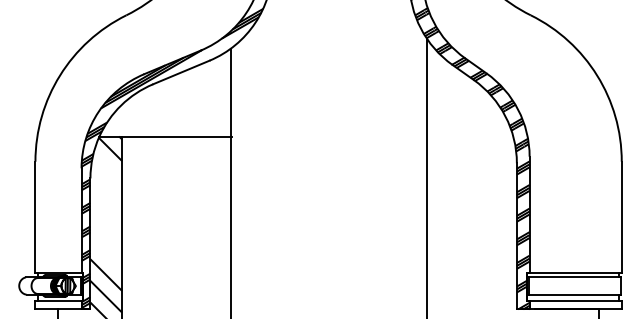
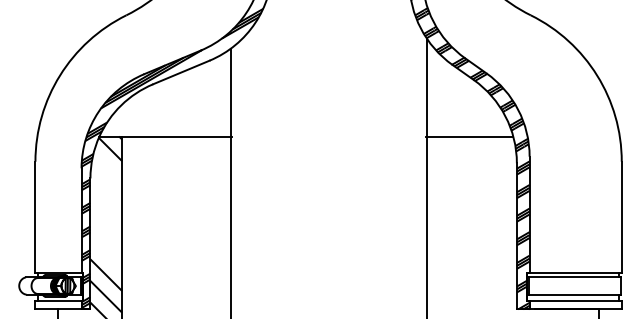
line at (469, 136): none -> present
